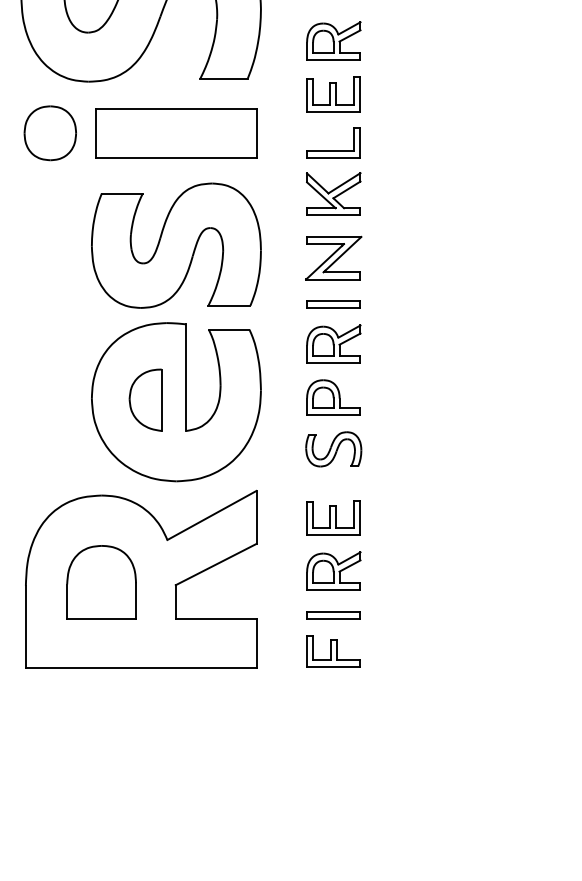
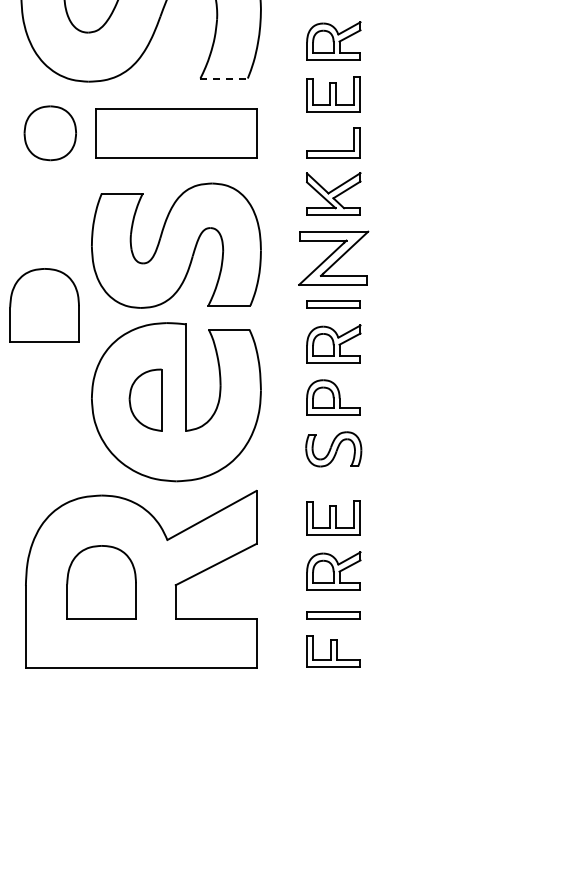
line at (224, 78): solid -> dashed
part at (333, 257) size: 58x46 px -> 72x56 px
part at (44, 305): none -> present
